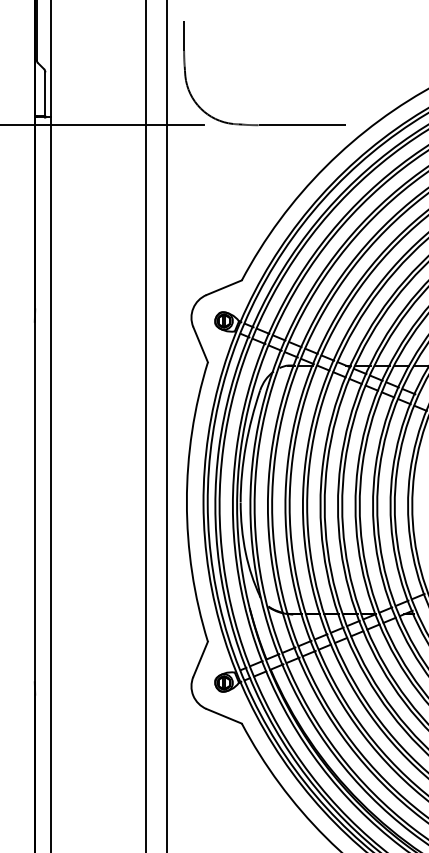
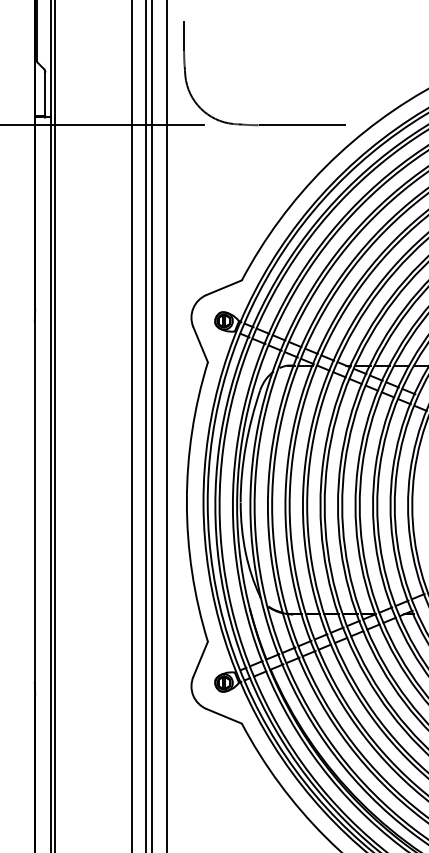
line at (55, 425): none -> present
line at (132, 425): none -> present
line at (151, 425): none -> present
